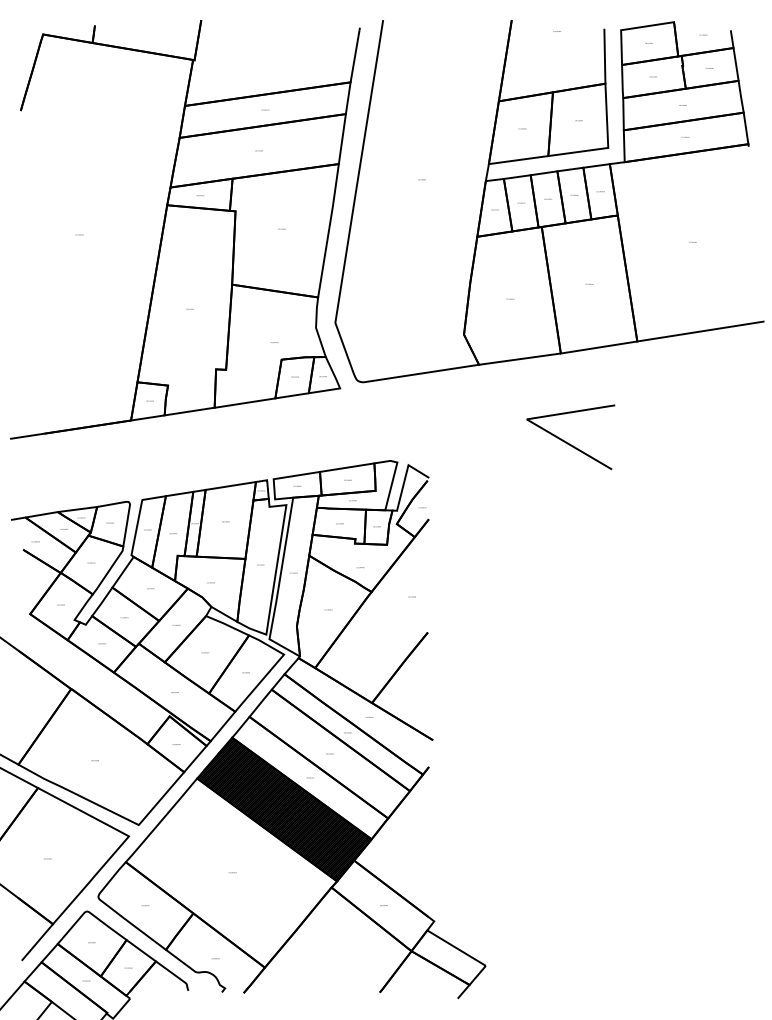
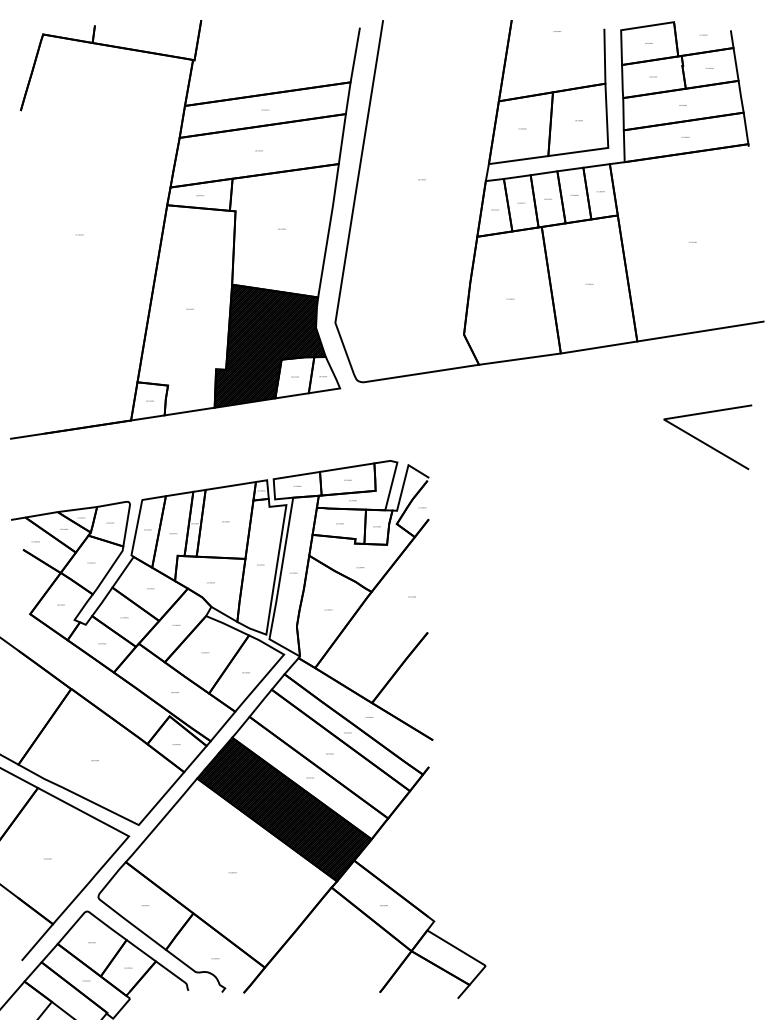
hatch at (269, 345): none -> present
curve at (568, 442) position: (568, 442) -> (705, 442)
